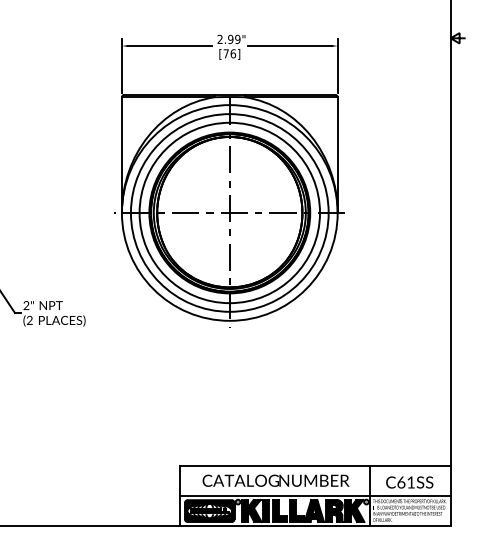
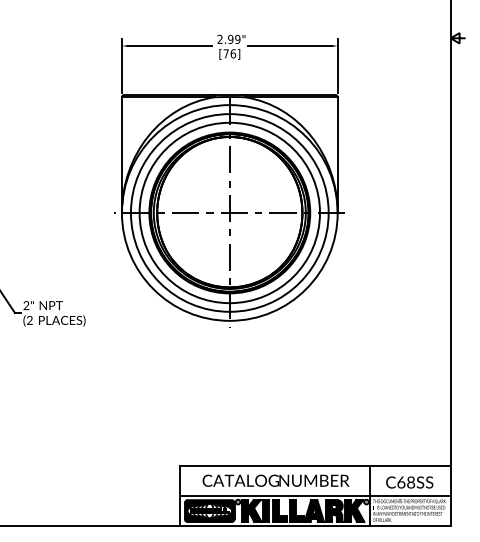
text at (411, 482): C61SS -> C68SS
